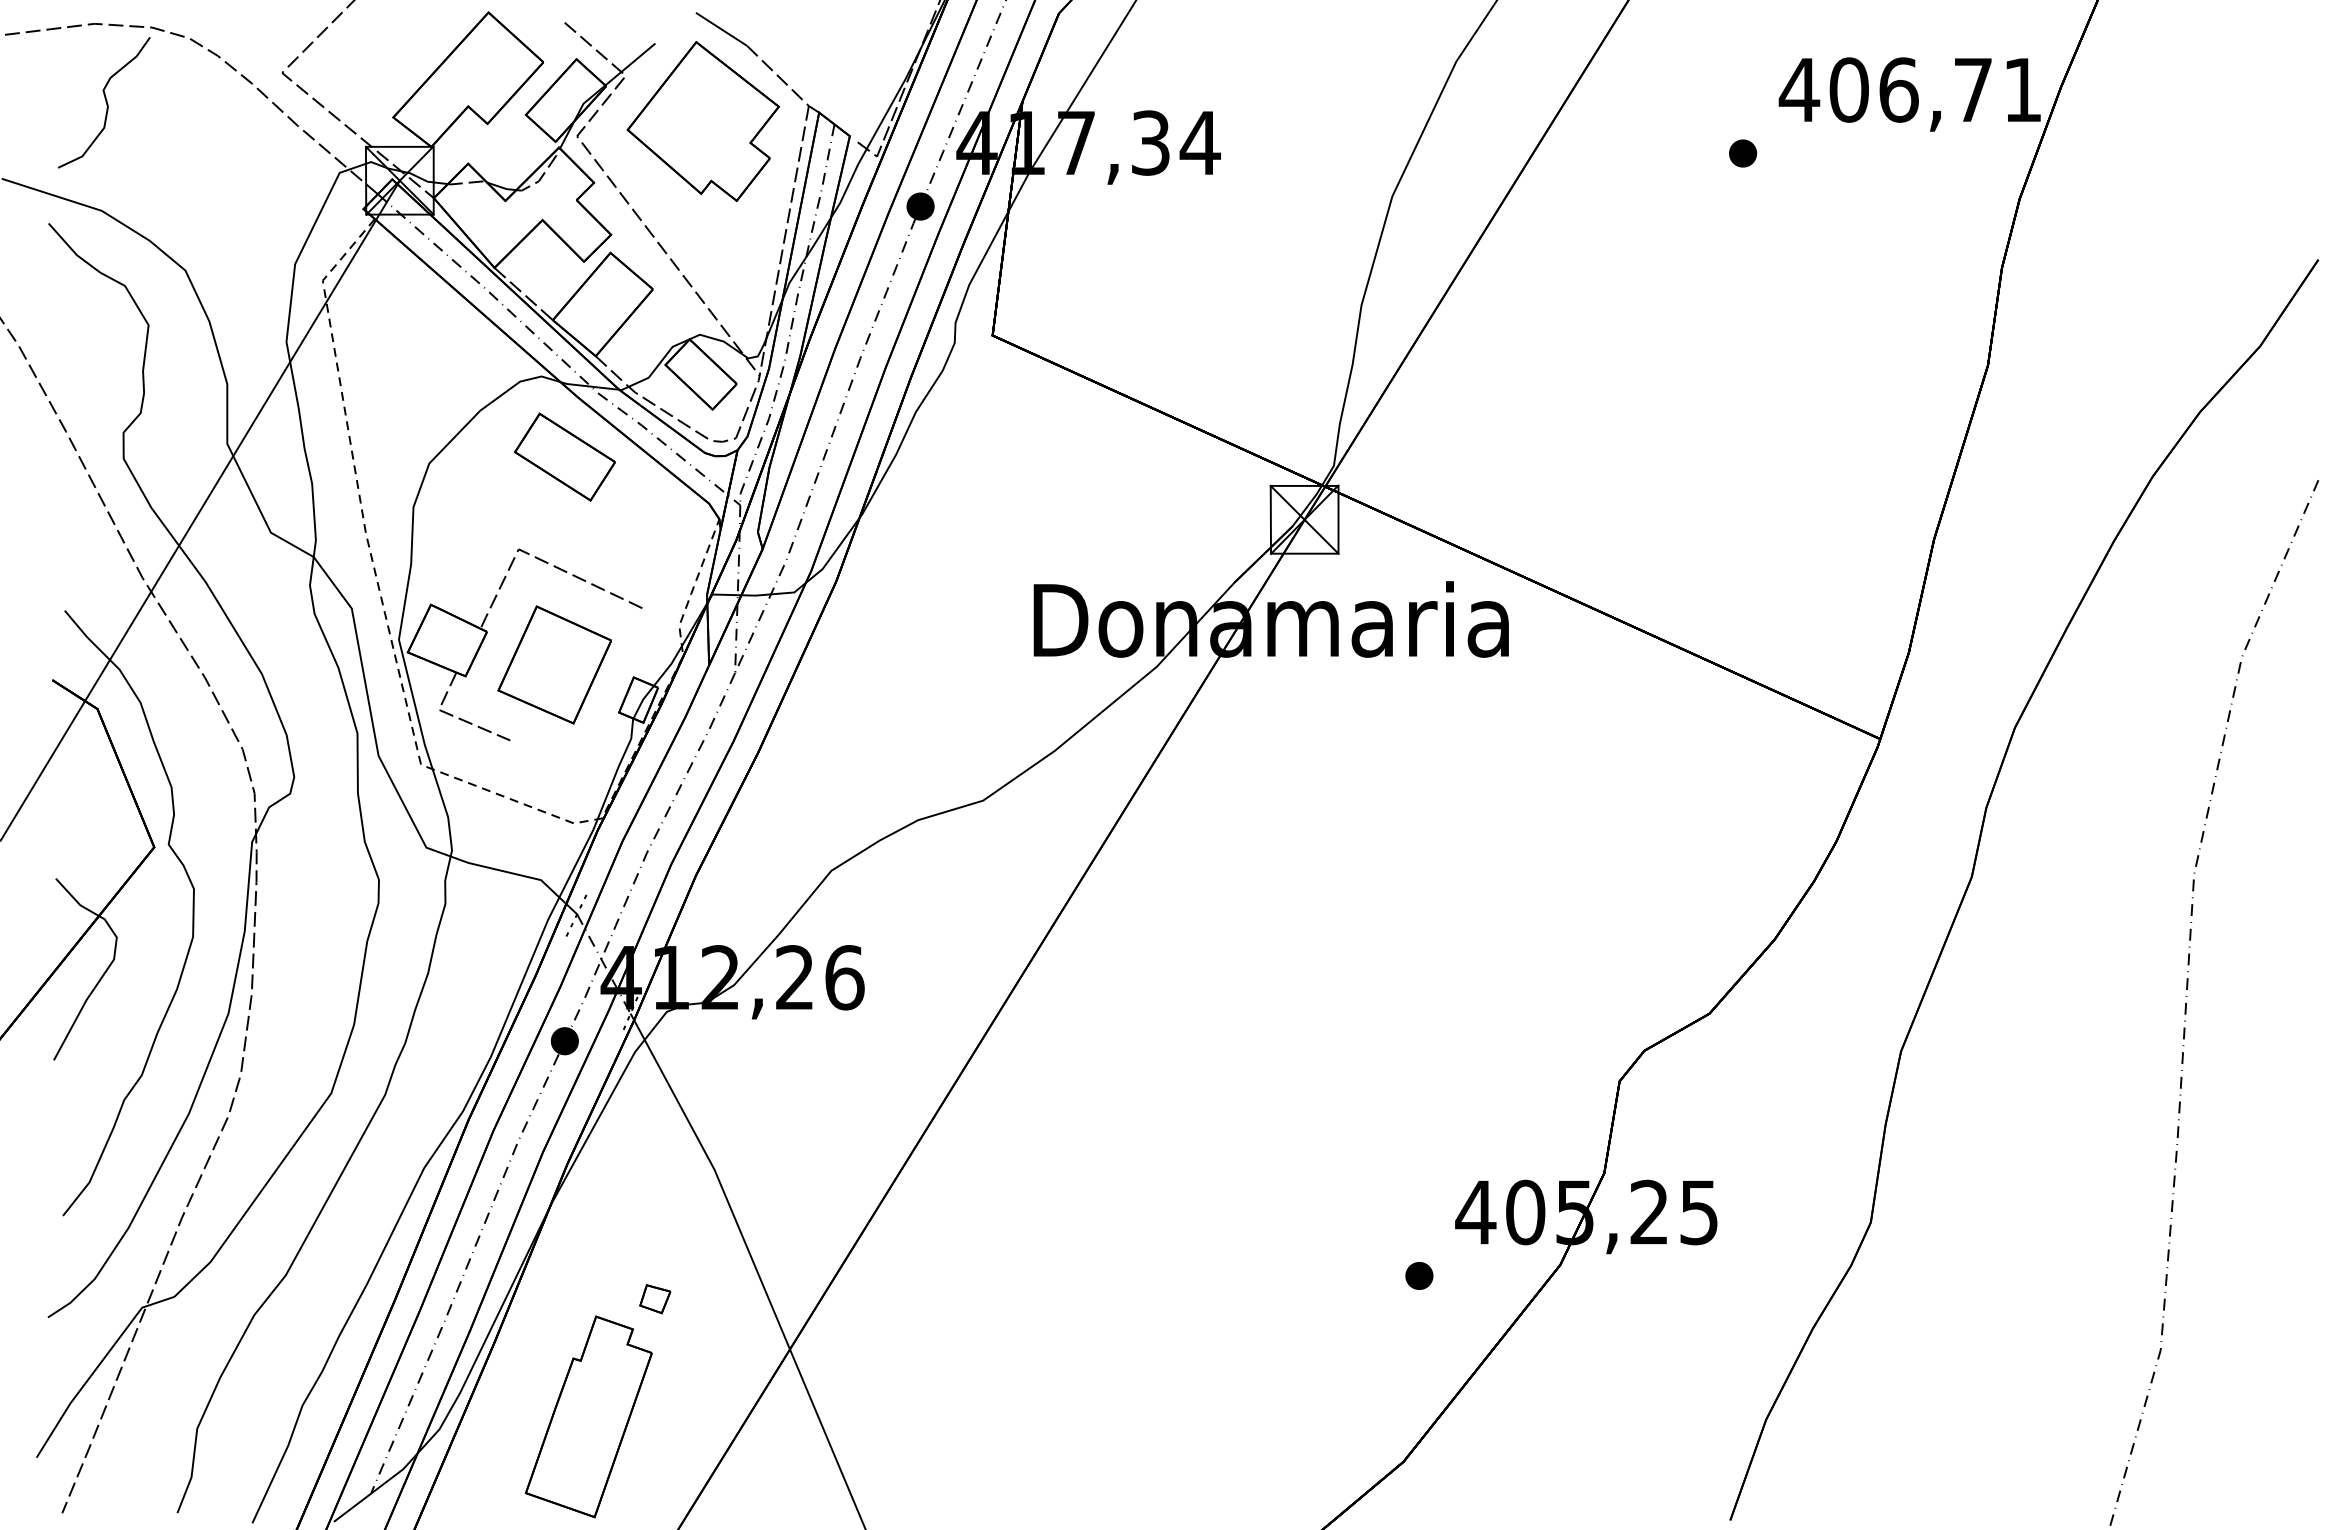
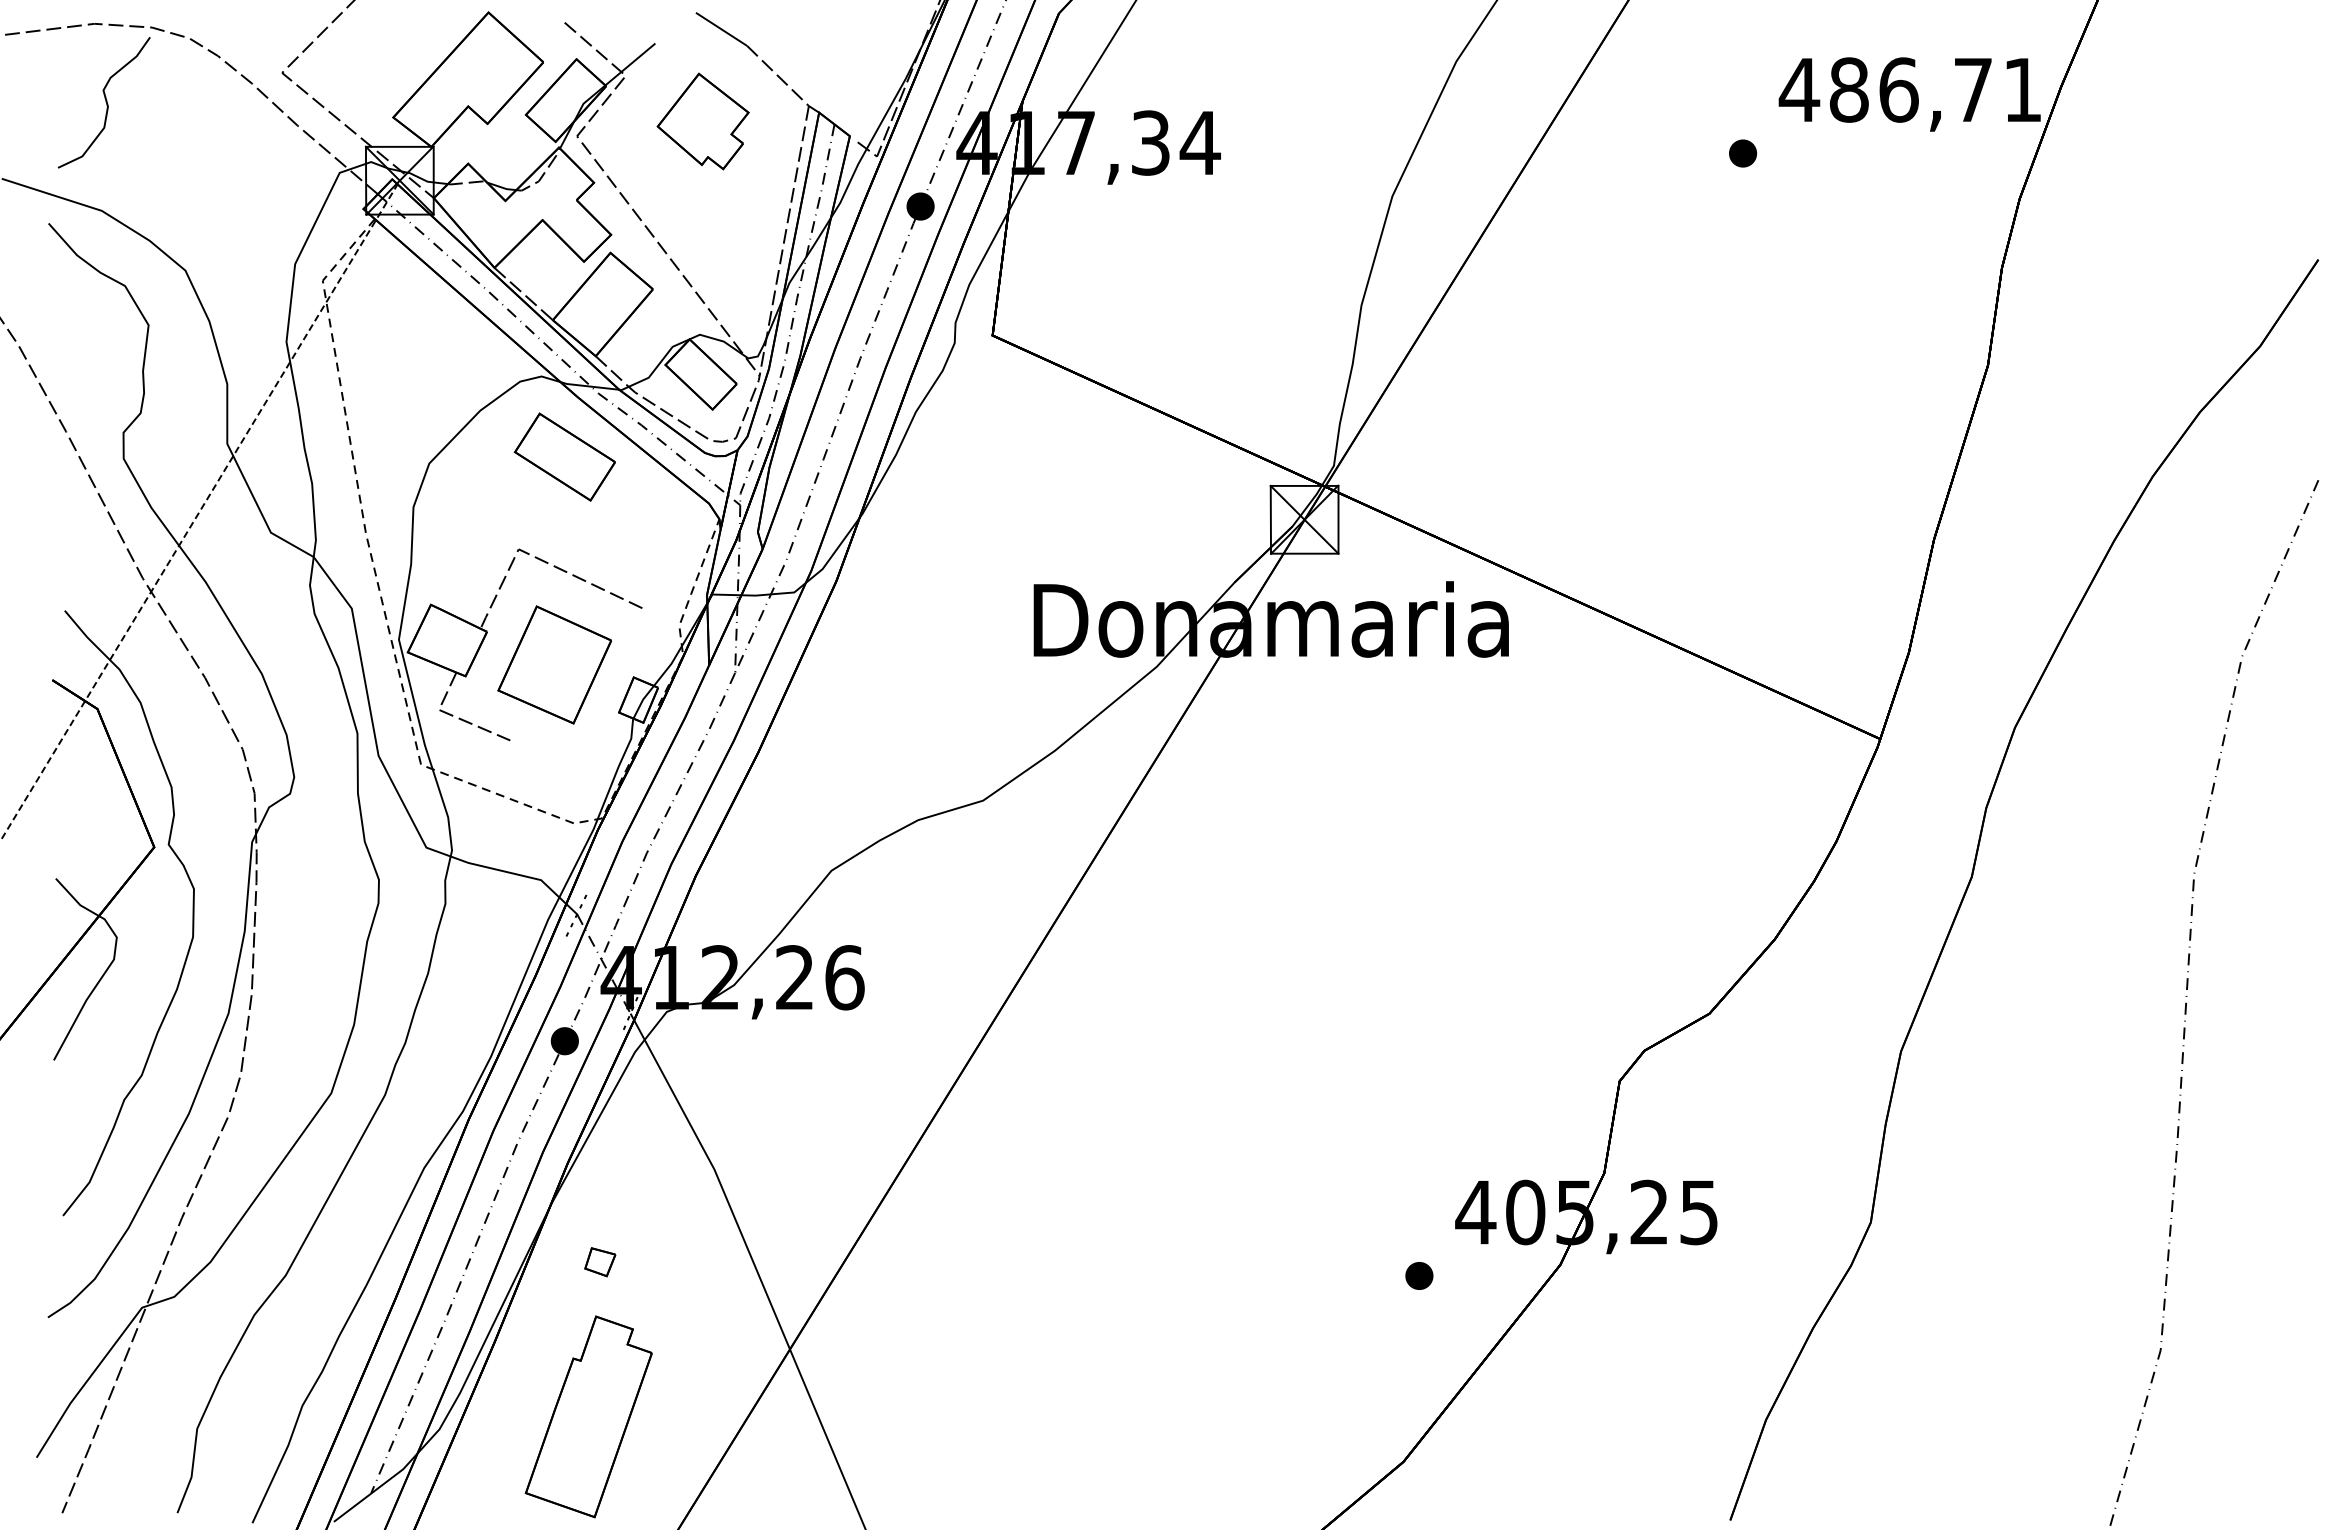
text at (1848, 89): 406,71 -> 486,71
part at (702, 121) size: 154x161 px -> 94x99 px
line at (200, 510): solid -> dashed
part at (655, 1299) position: (655, 1299) -> (600, 1262)
